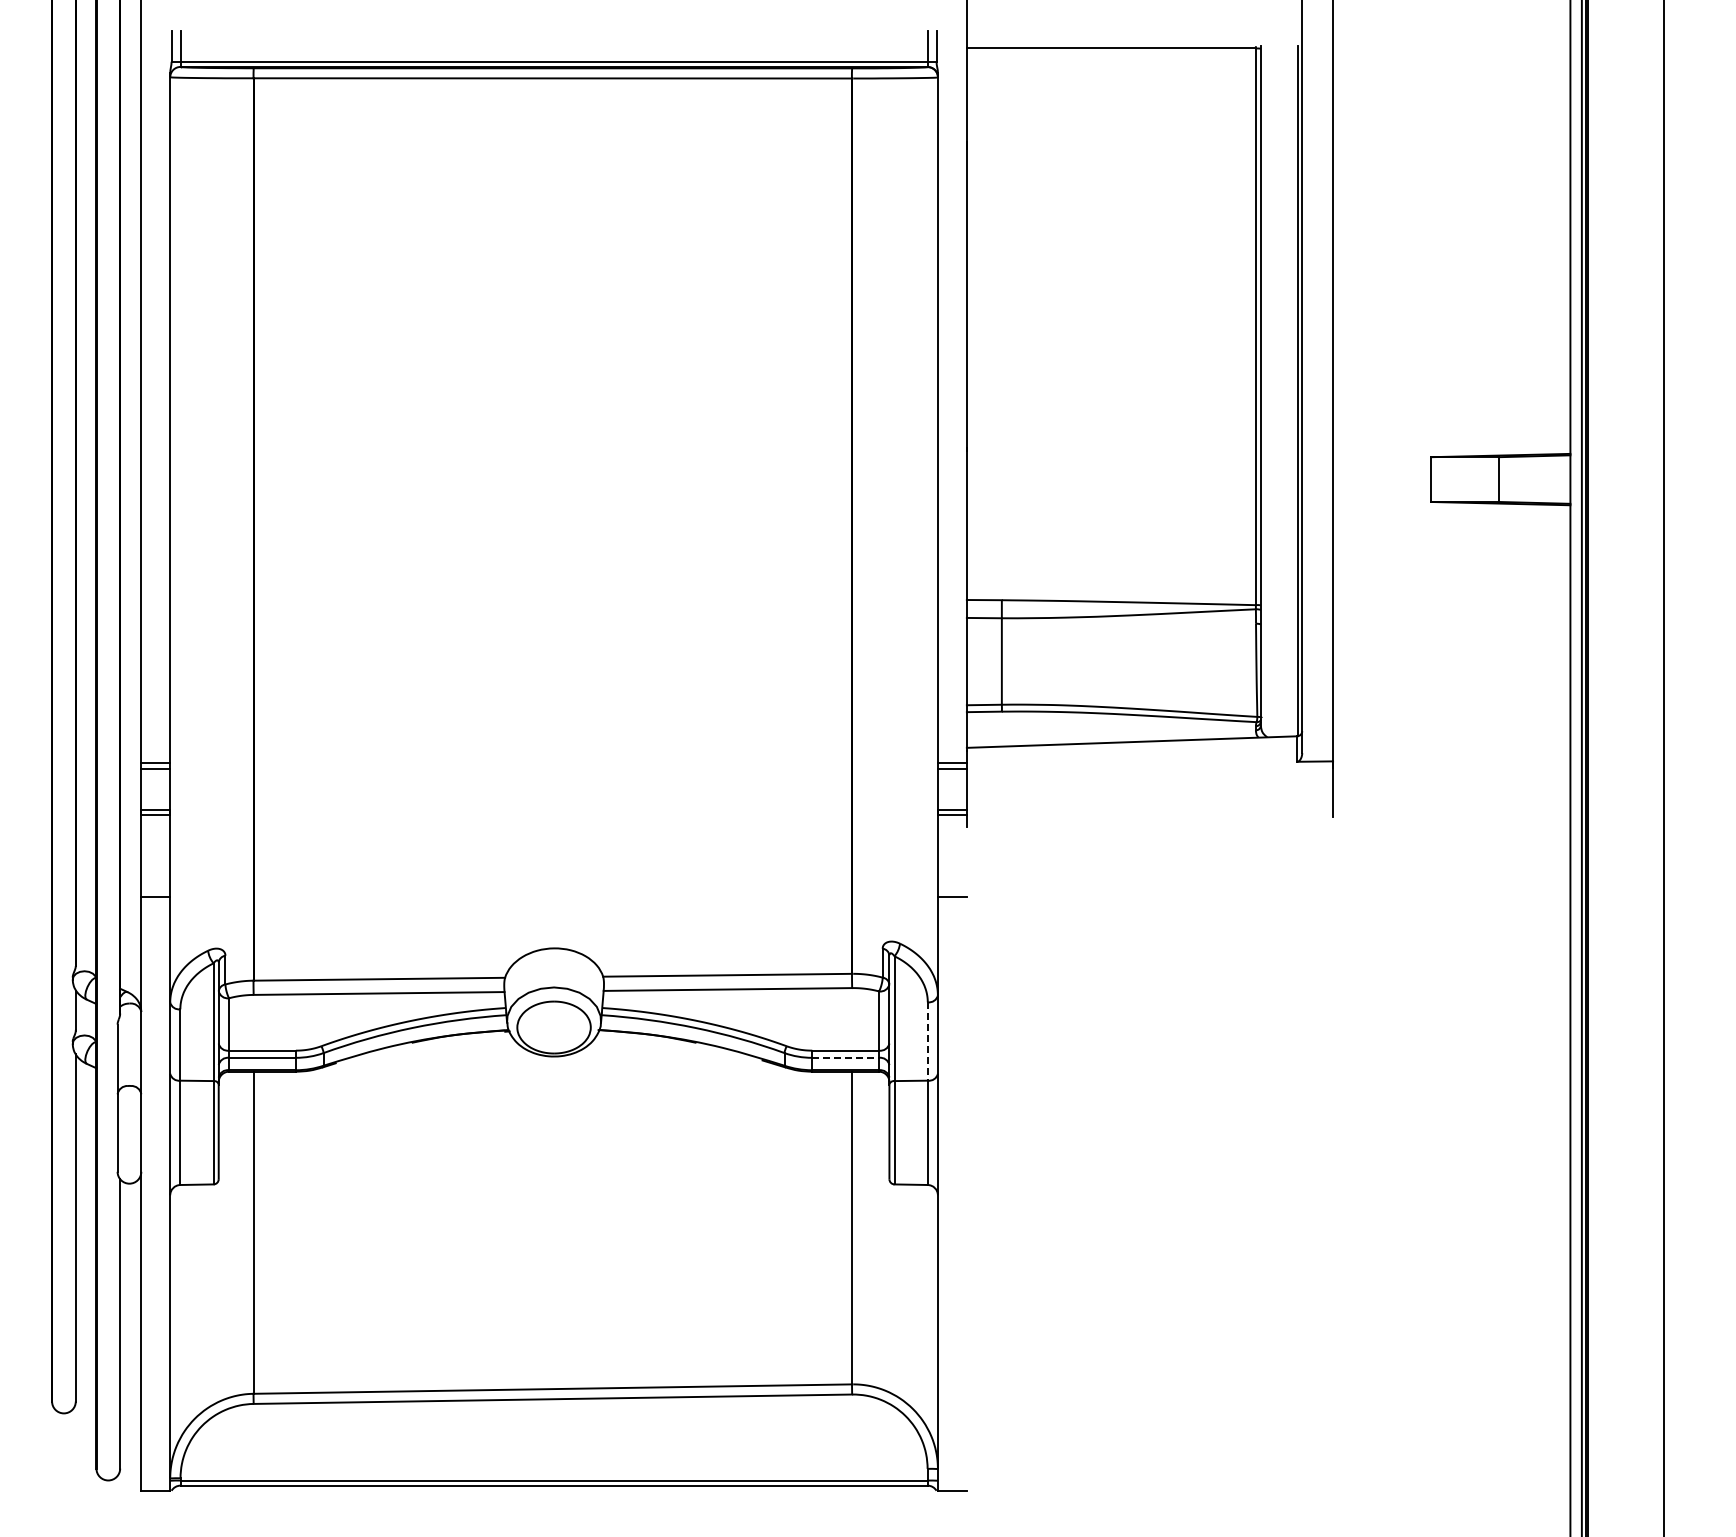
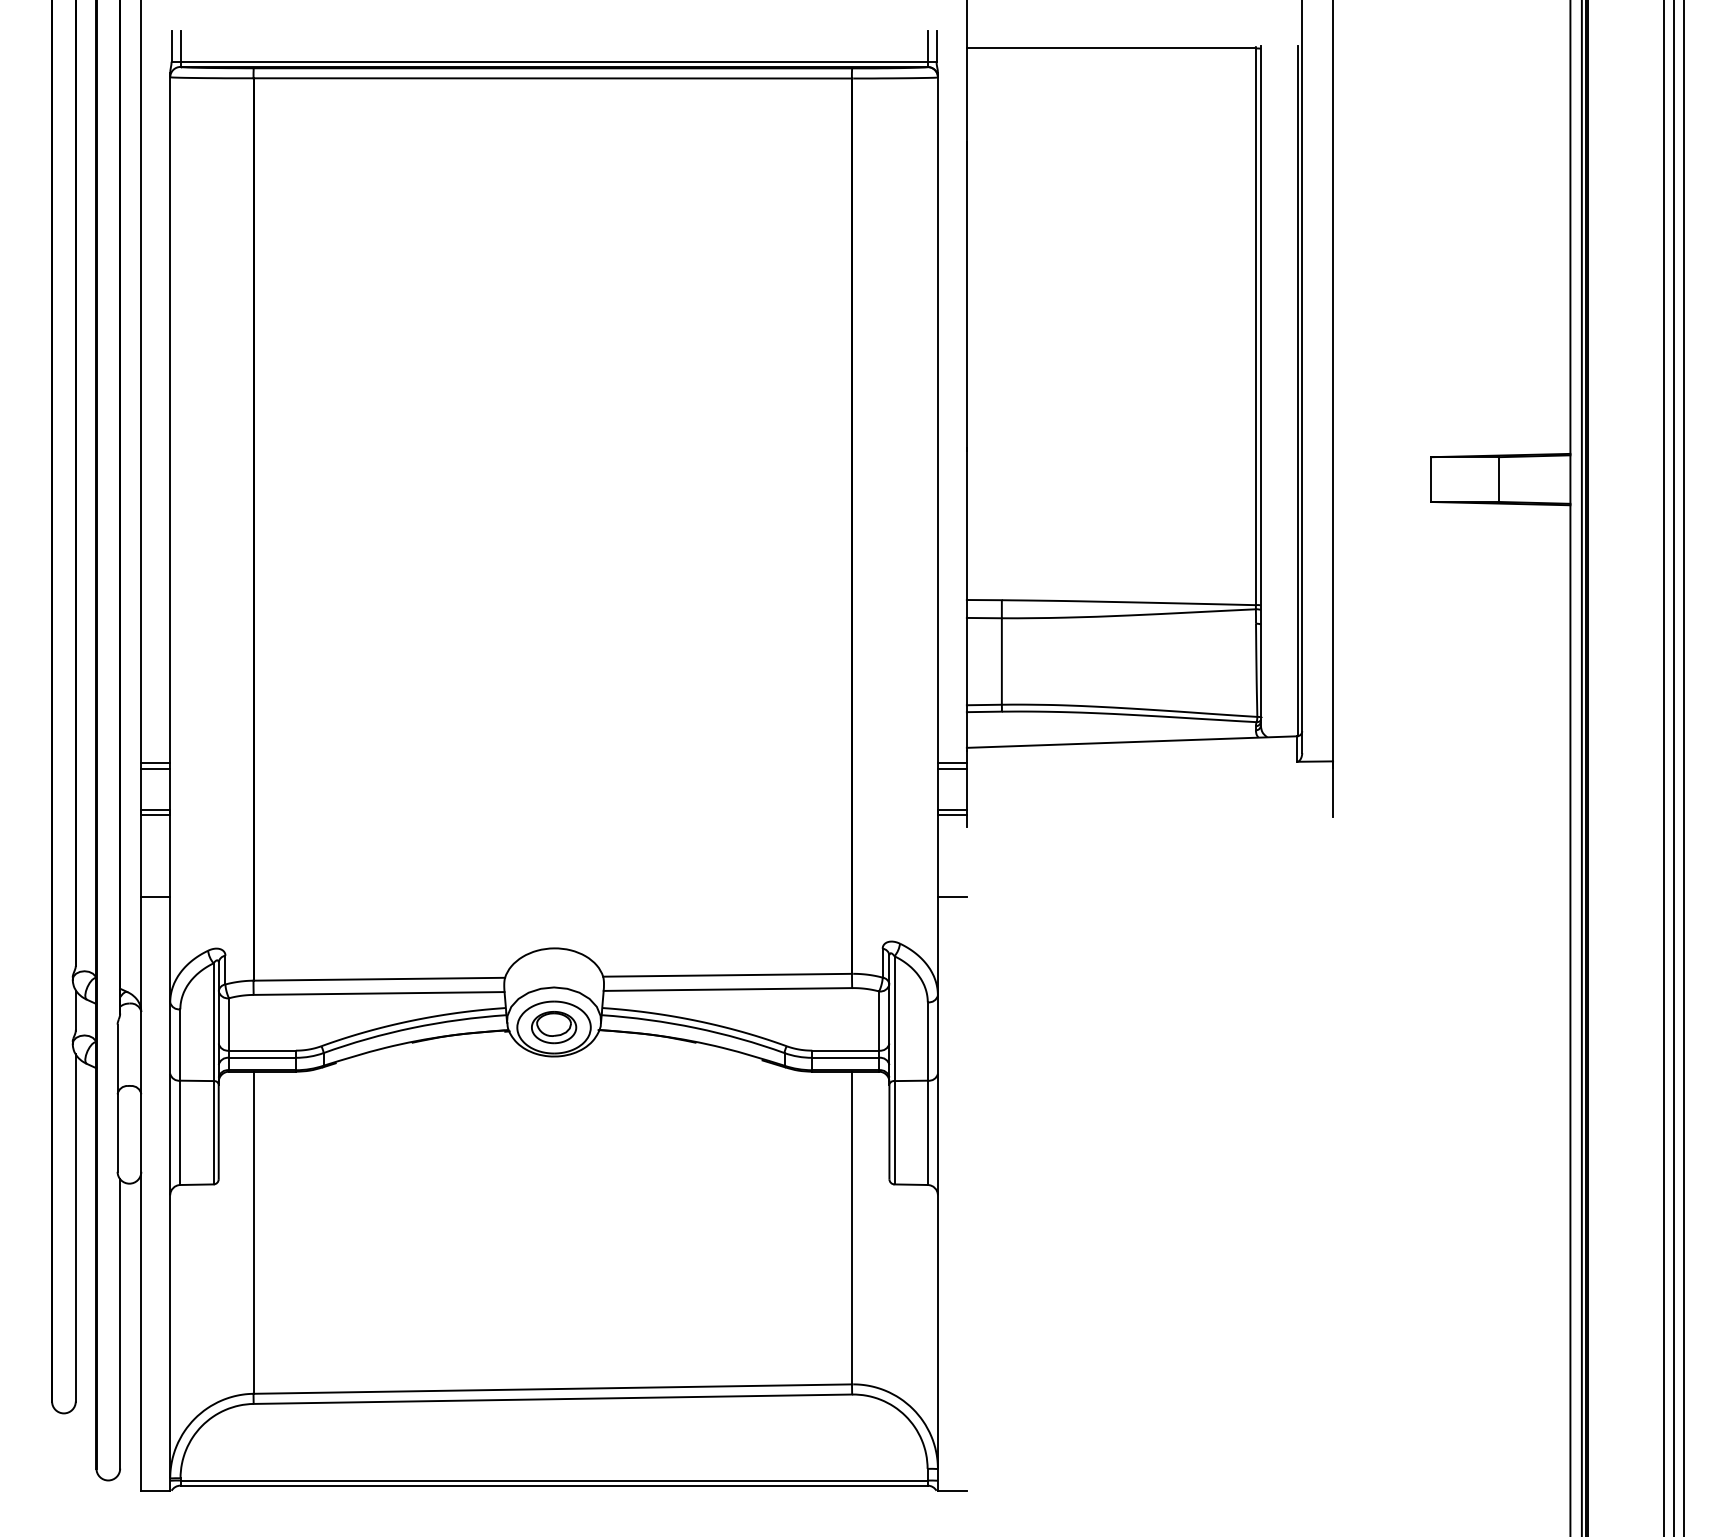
line at (1674, 767): none -> present
line at (1683, 767): none -> present
part at (554, 1027): none -> present
line at (927, 1041): dashed -> solid
line at (846, 1057): dashed -> solid
